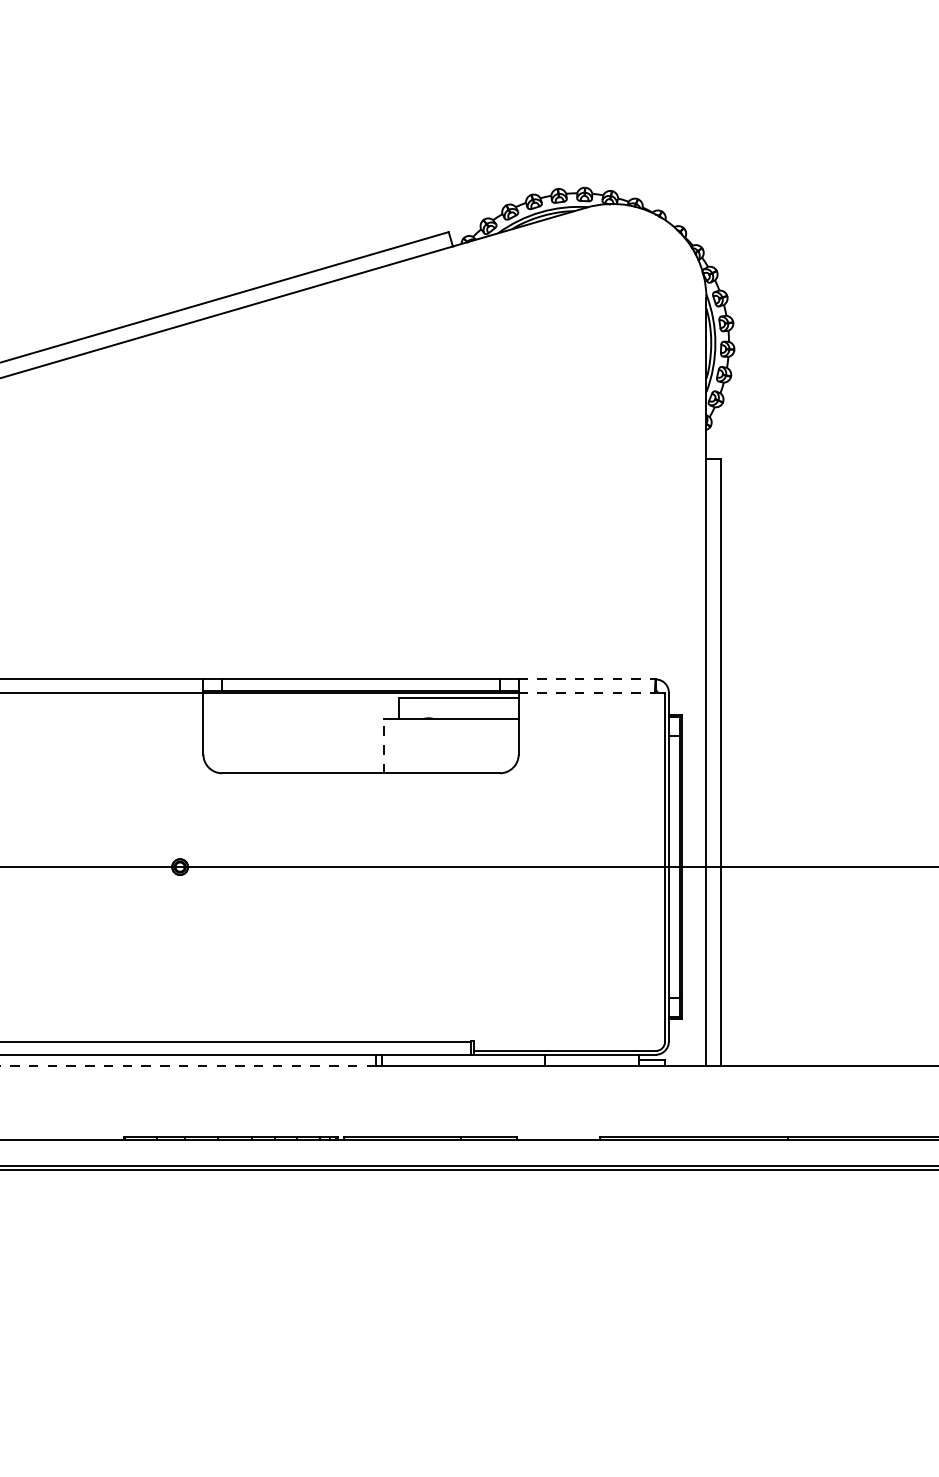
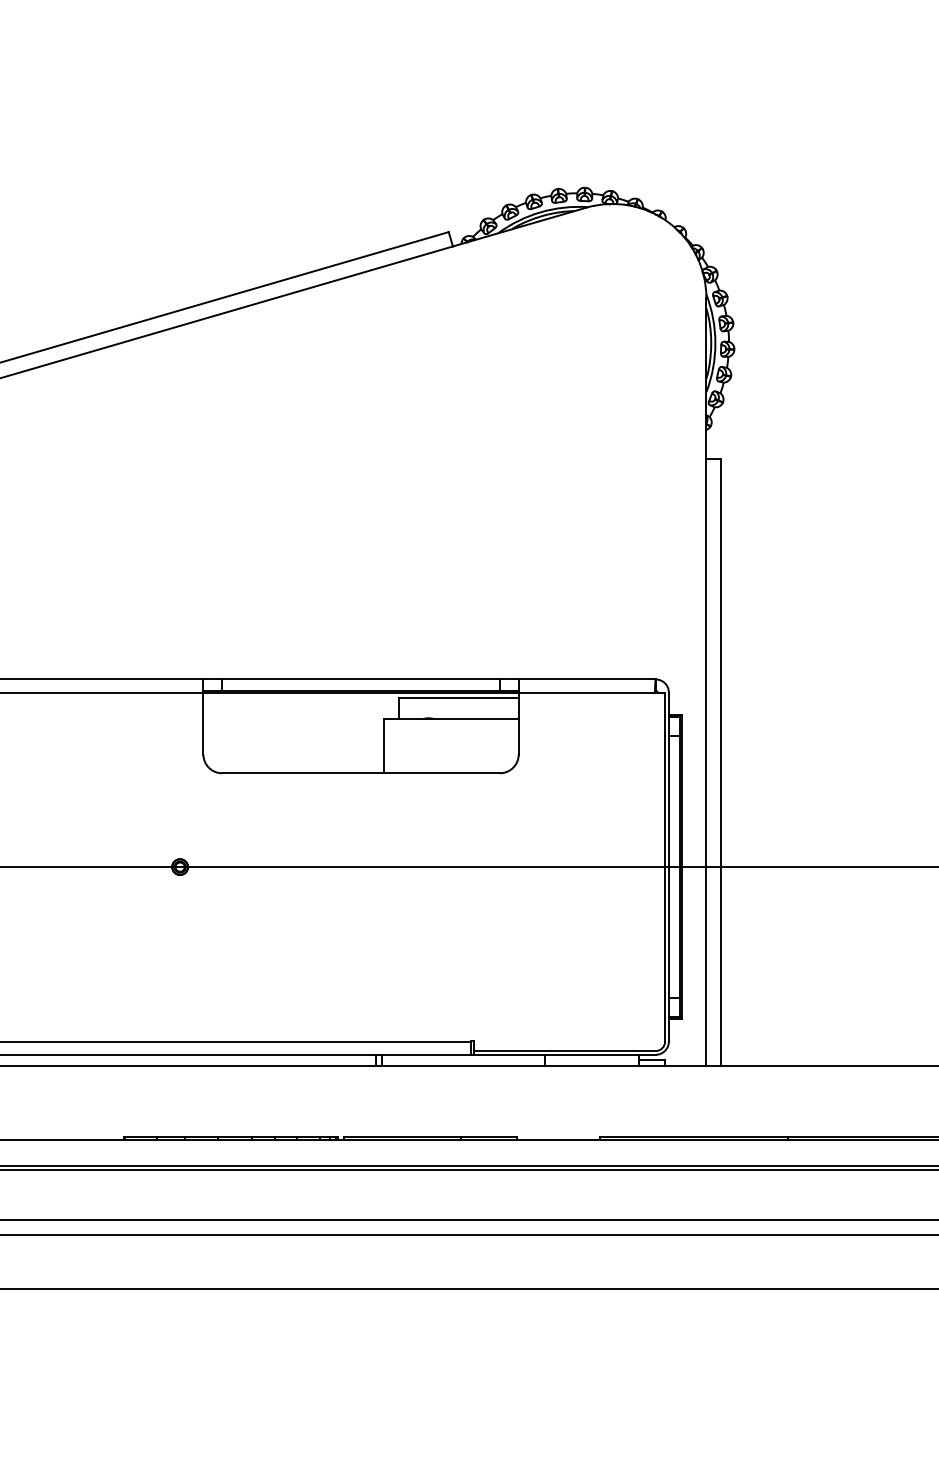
line at (587, 679): dashed -> solid
line at (587, 692): dashed -> solid
line at (383, 745): dashed -> solid
line at (188, 1066): dashed -> solid
line at (468, 1219): none -> present
line at (468, 1234): none -> present
line at (468, 1289): none -> present
